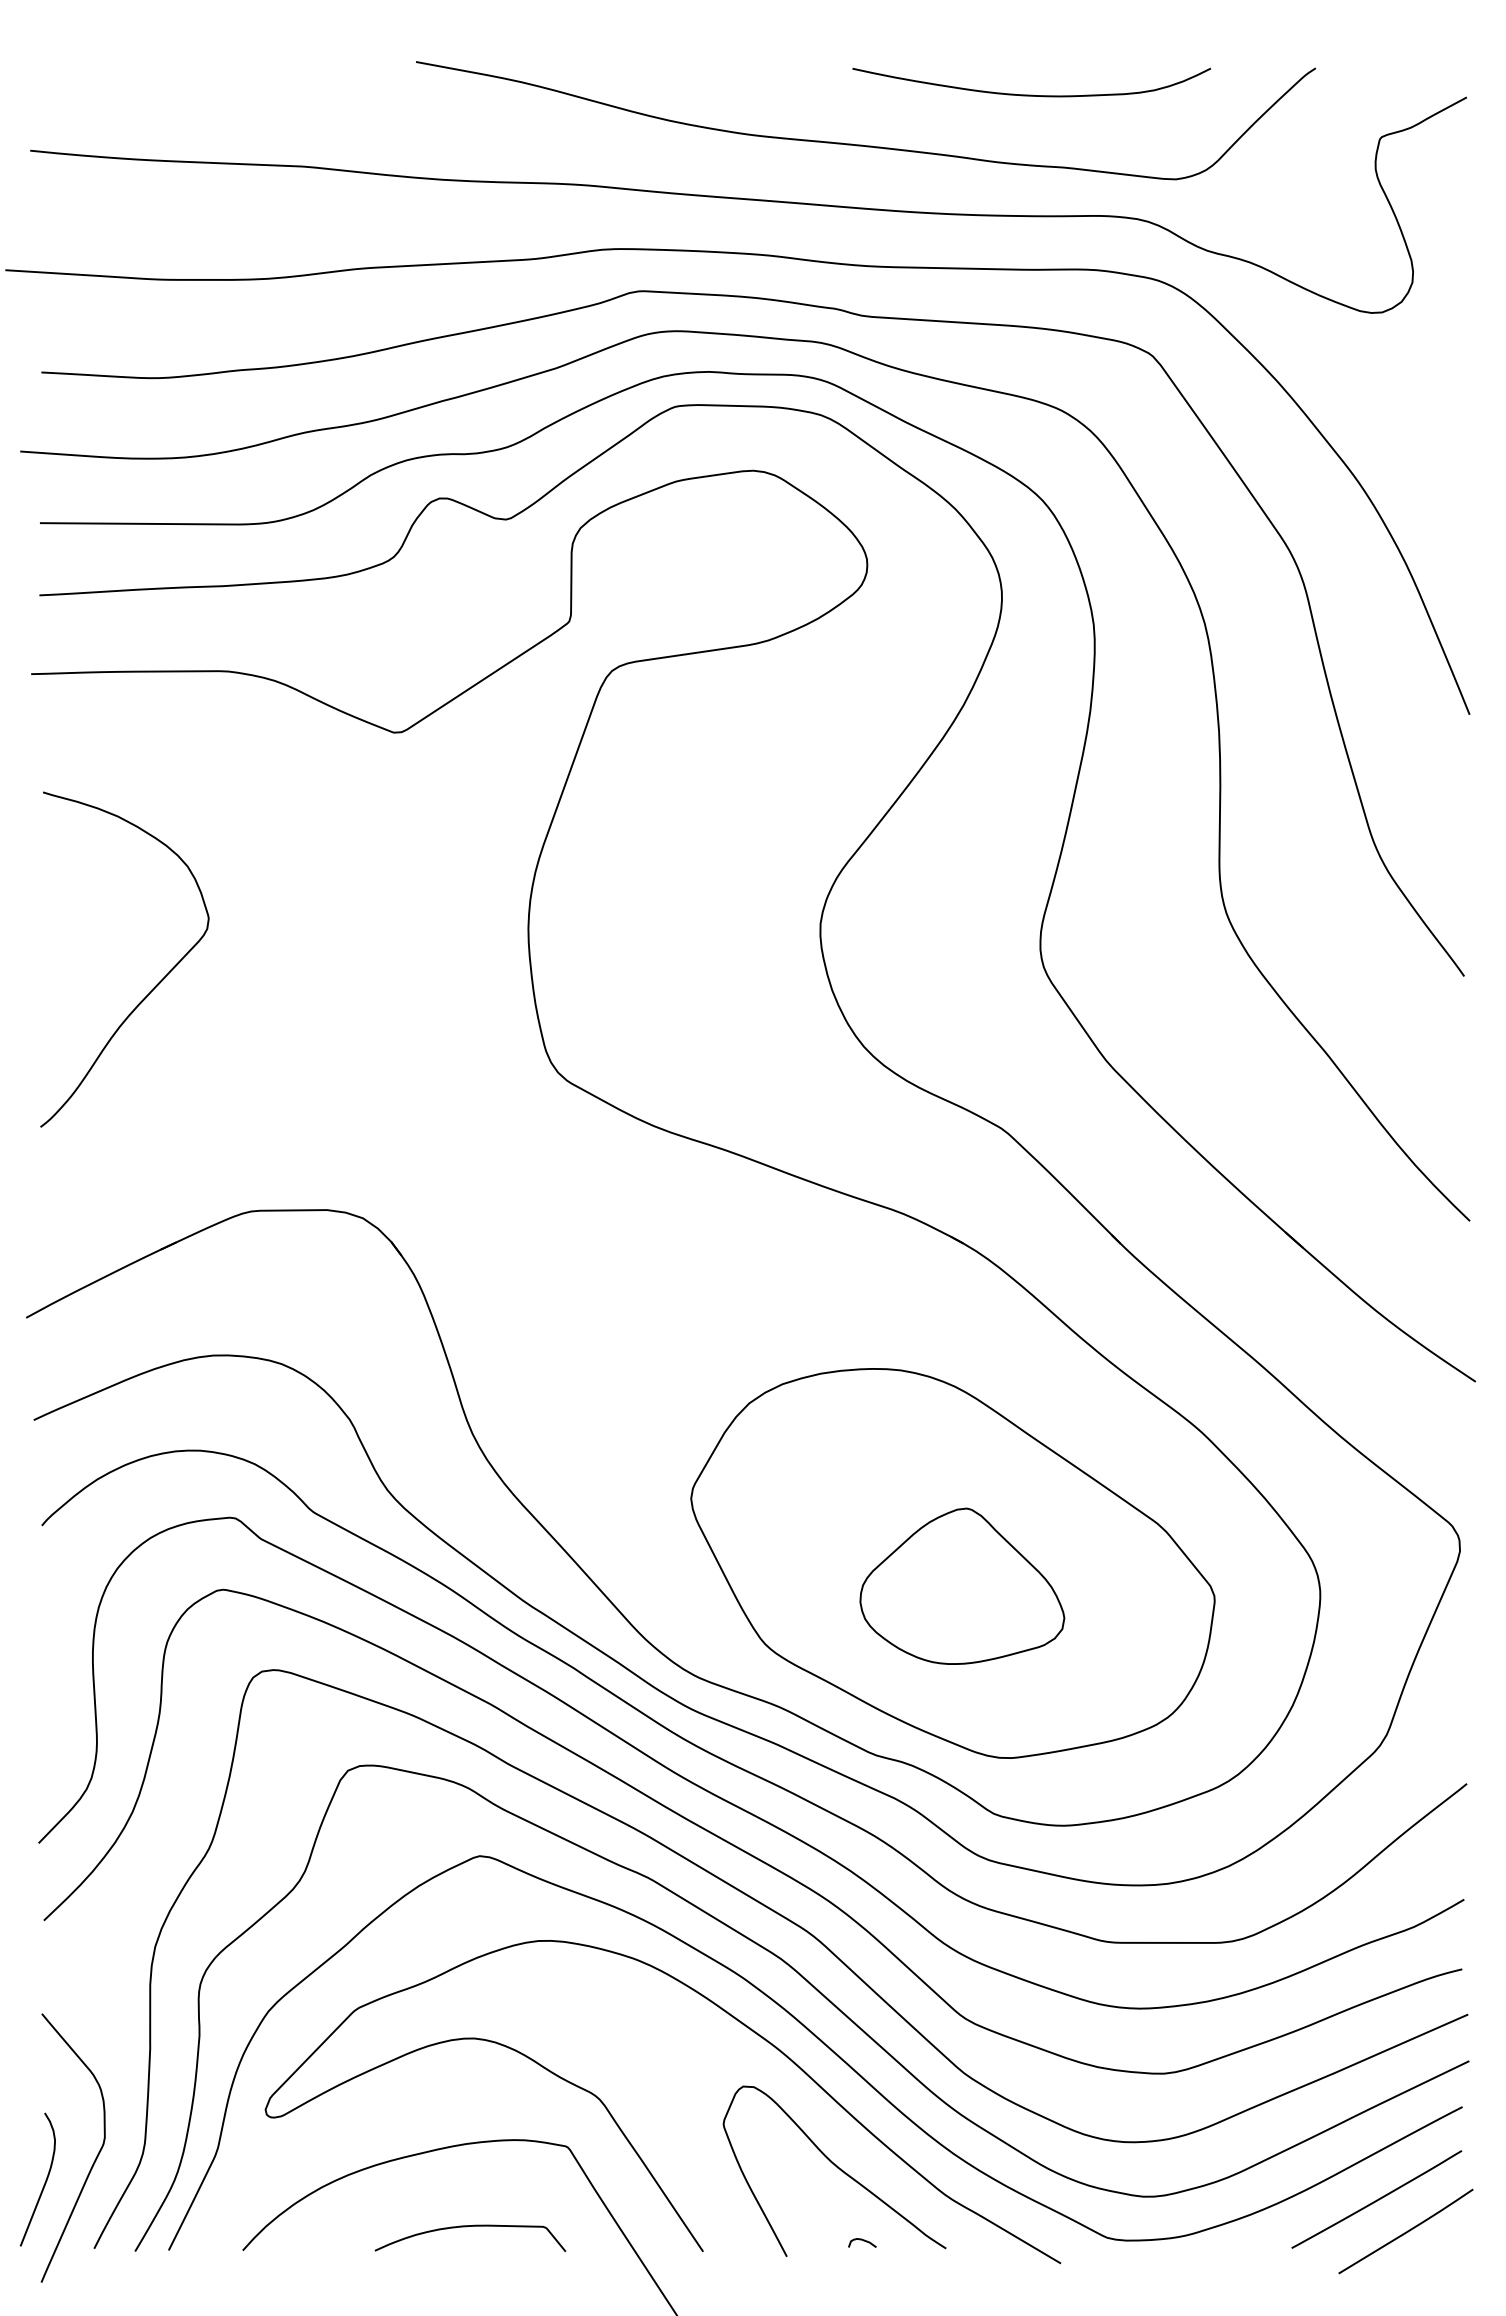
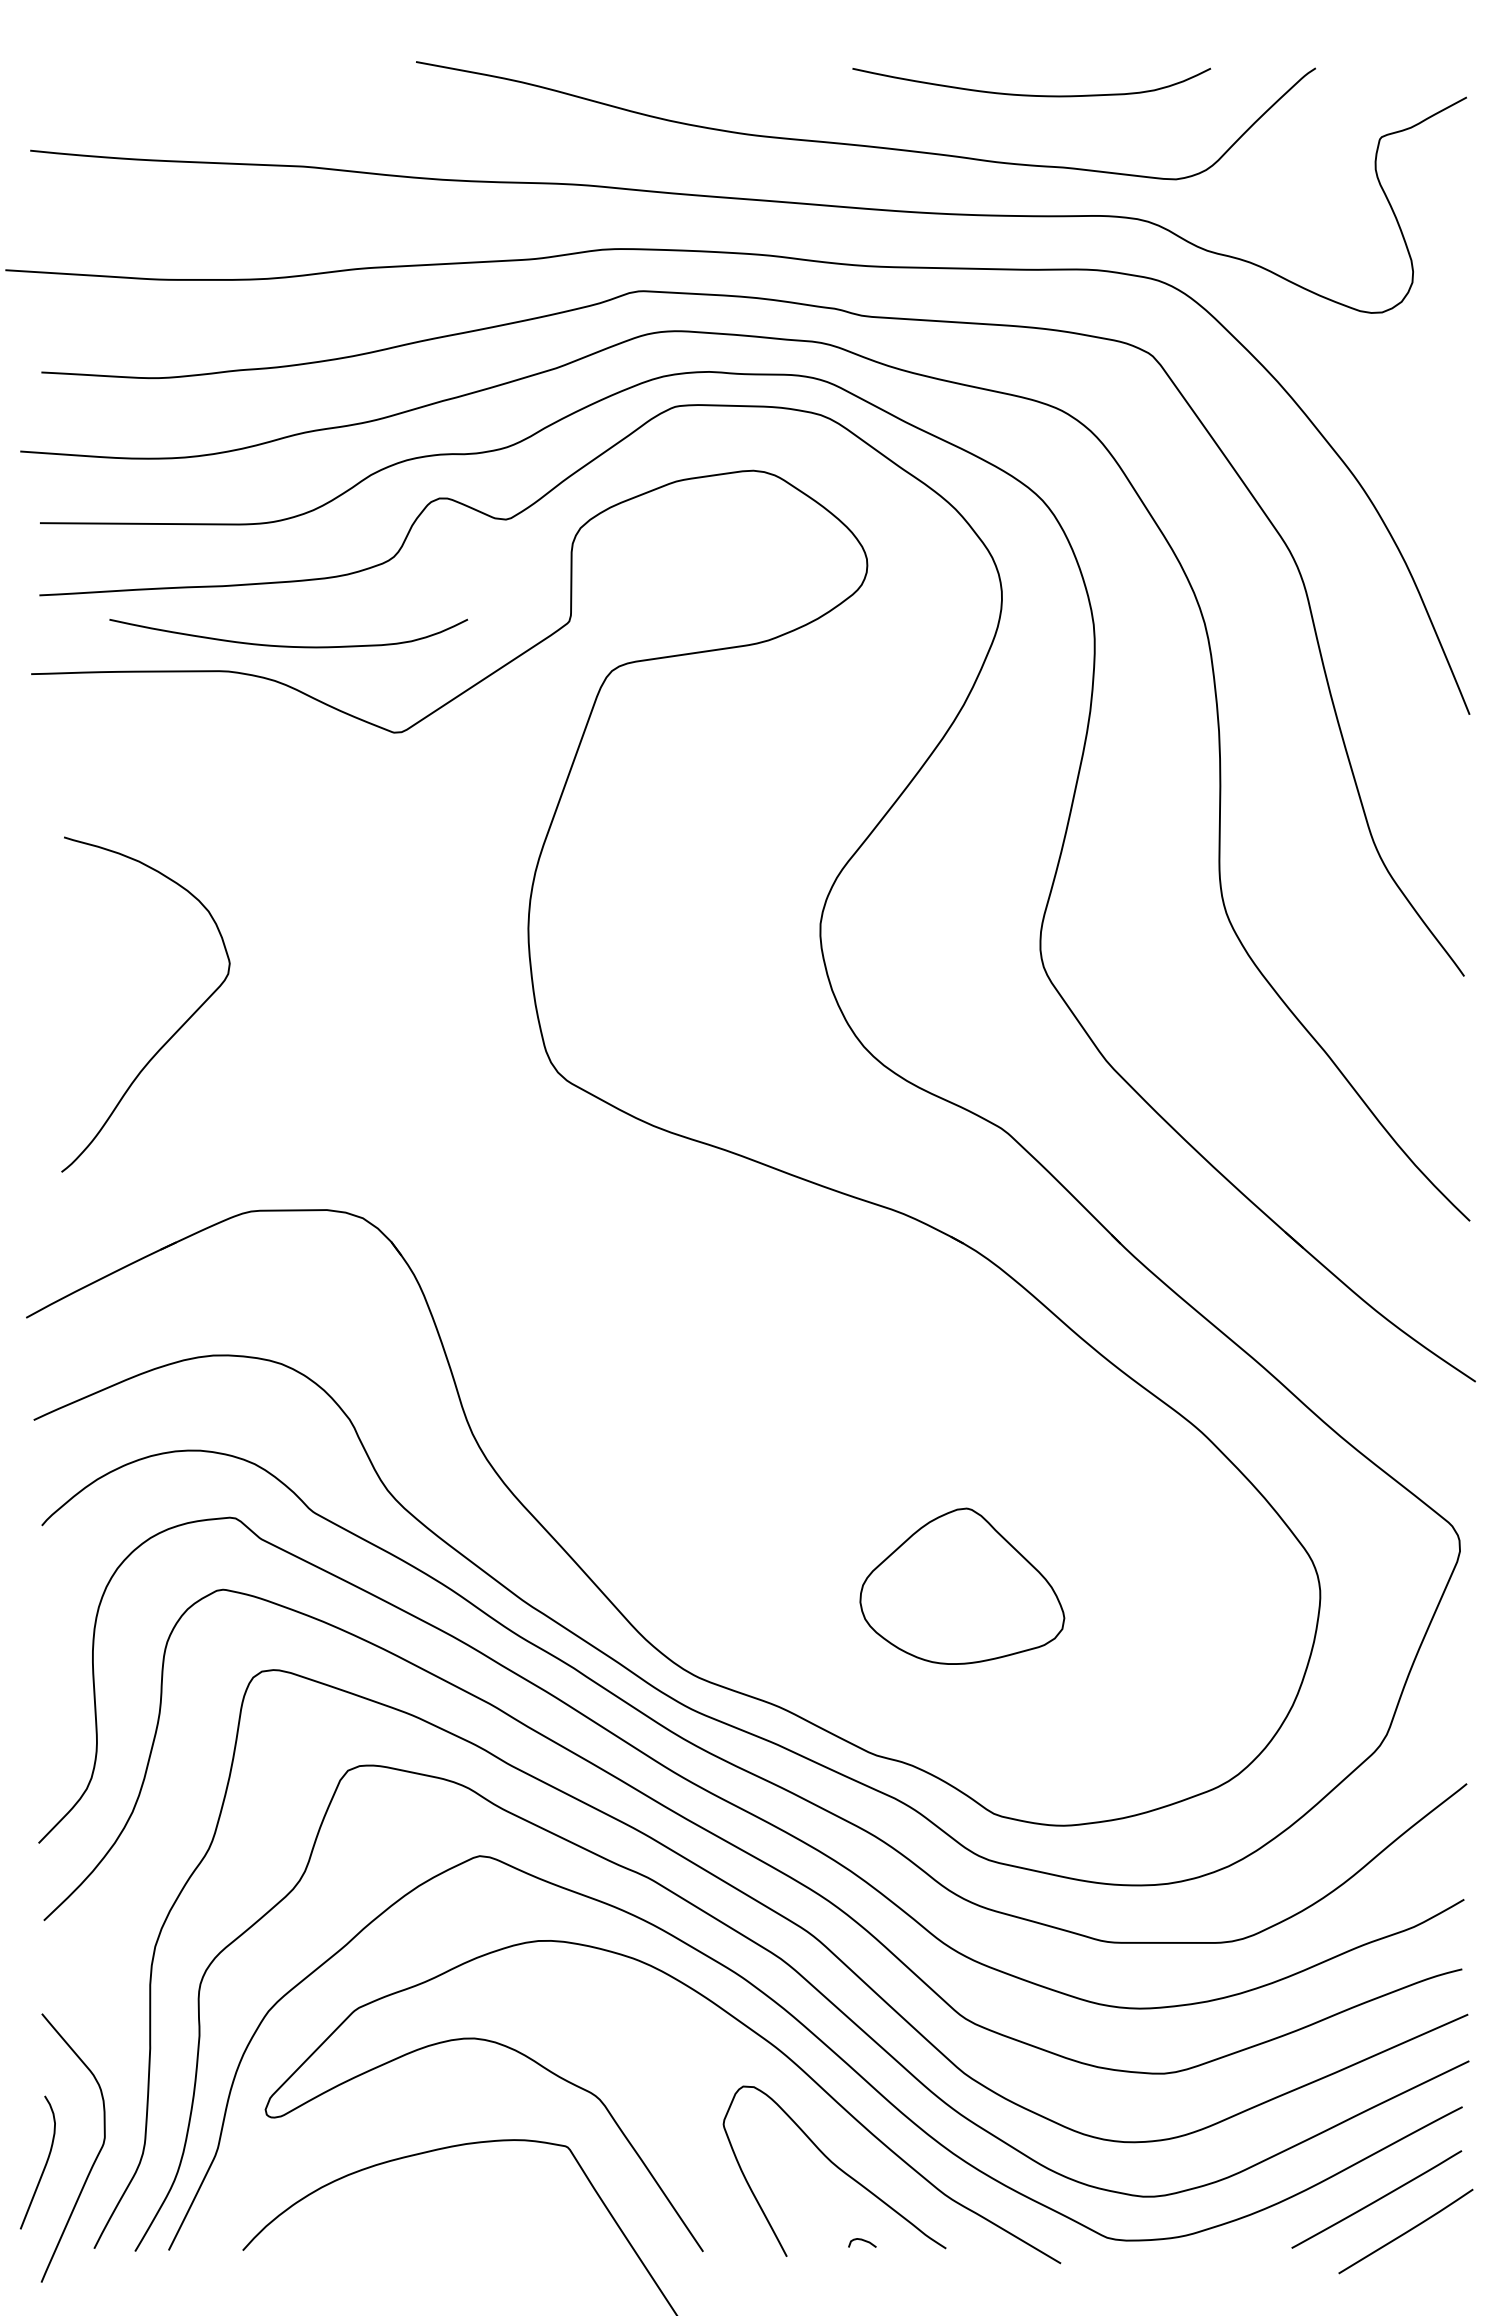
curve at (288, 645): none -> present
curve at (153, 987) position: (153, 987) -> (174, 1032)
part at (952, 1563): present -> none
curve at (44, 2182) position: (44, 2182) -> (44, 2165)
curve at (466, 2227): present -> none
